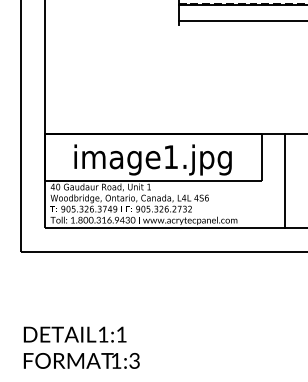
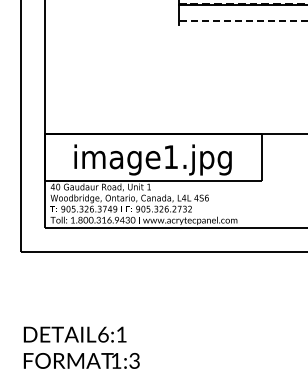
line at (242, 20): solid -> dashed
line at (285, 180): present -> none
text at (103, 334): 1:1 -> 6:1
